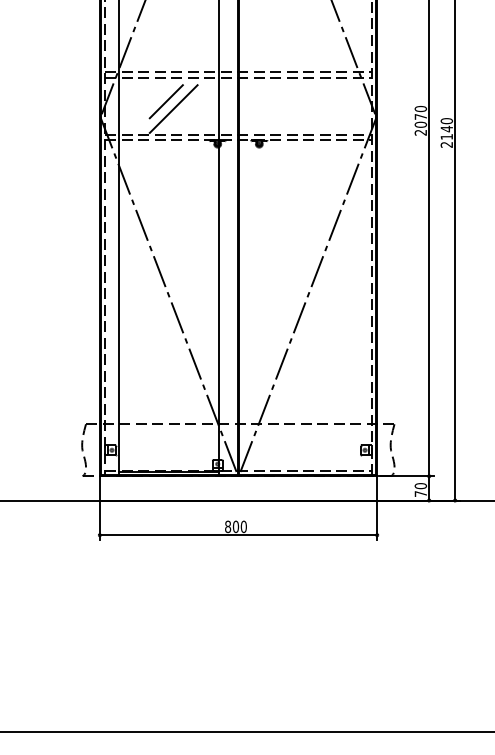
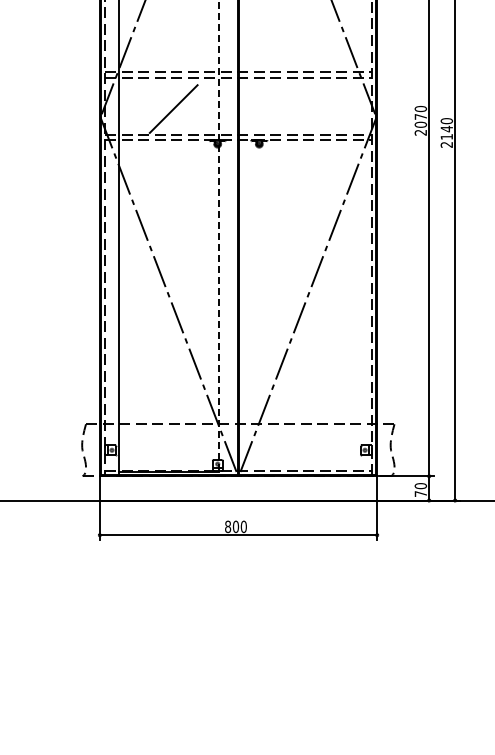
line at (165, 101): present -> none
line at (219, 238): solid -> dashed
line at (246, 732): present -> none
